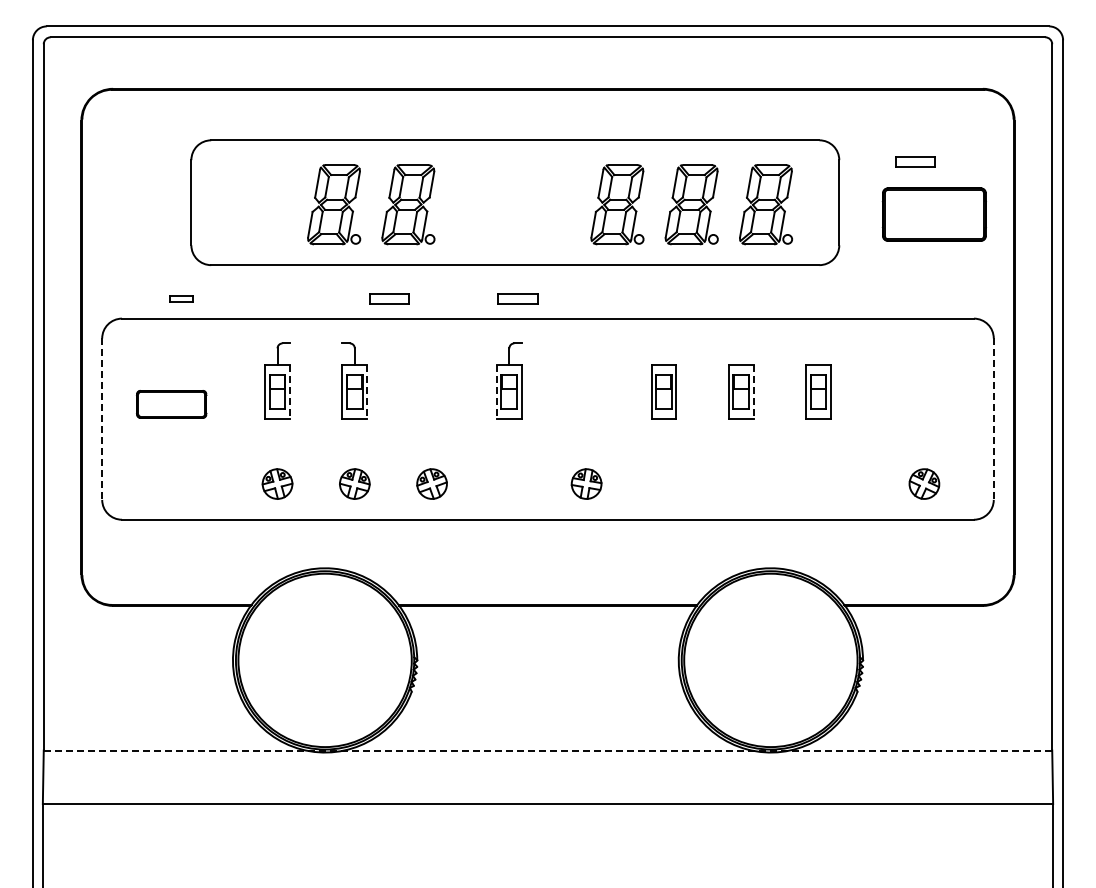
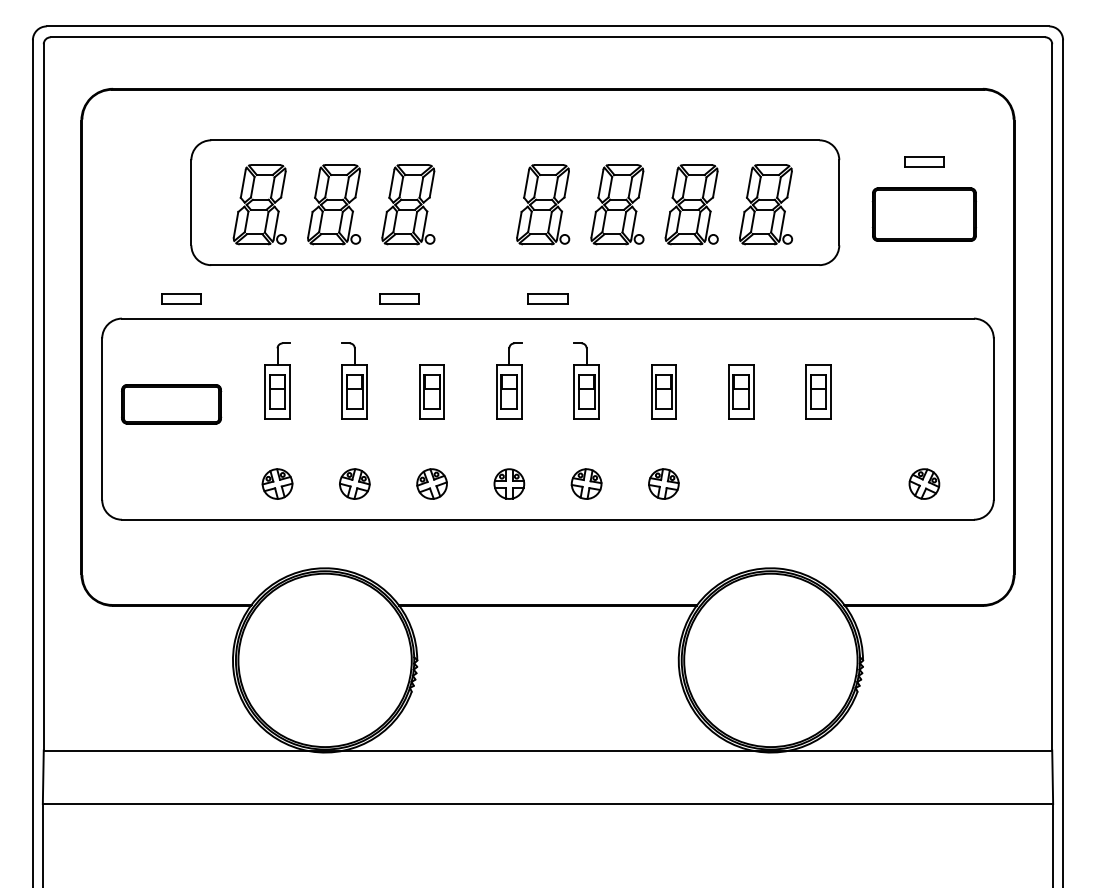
part at (915, 161) position: (915, 161) -> (924, 161)
part at (259, 204): none -> present
part at (543, 204): none -> present
part at (933, 214) position: (933, 214) -> (923, 214)
part at (181, 298) size: 25x8 px -> 41x12 px
part at (389, 298) position: (389, 298) -> (399, 298)
part at (517, 298) position: (517, 298) -> (547, 298)
part at (586, 380): none -> present
part at (431, 391): none -> present
line at (289, 392): dashed -> solid
line at (367, 392): dashed -> solid
line at (496, 392): dashed -> solid
line at (753, 392): dashed -> solid
part at (171, 404) size: 72x29 px -> 102x41 px
line at (102, 419): dashed -> solid
line at (993, 419): dashed -> solid
part at (509, 483): none -> present
part at (663, 483): none -> present
line at (547, 750): dashed -> solid
